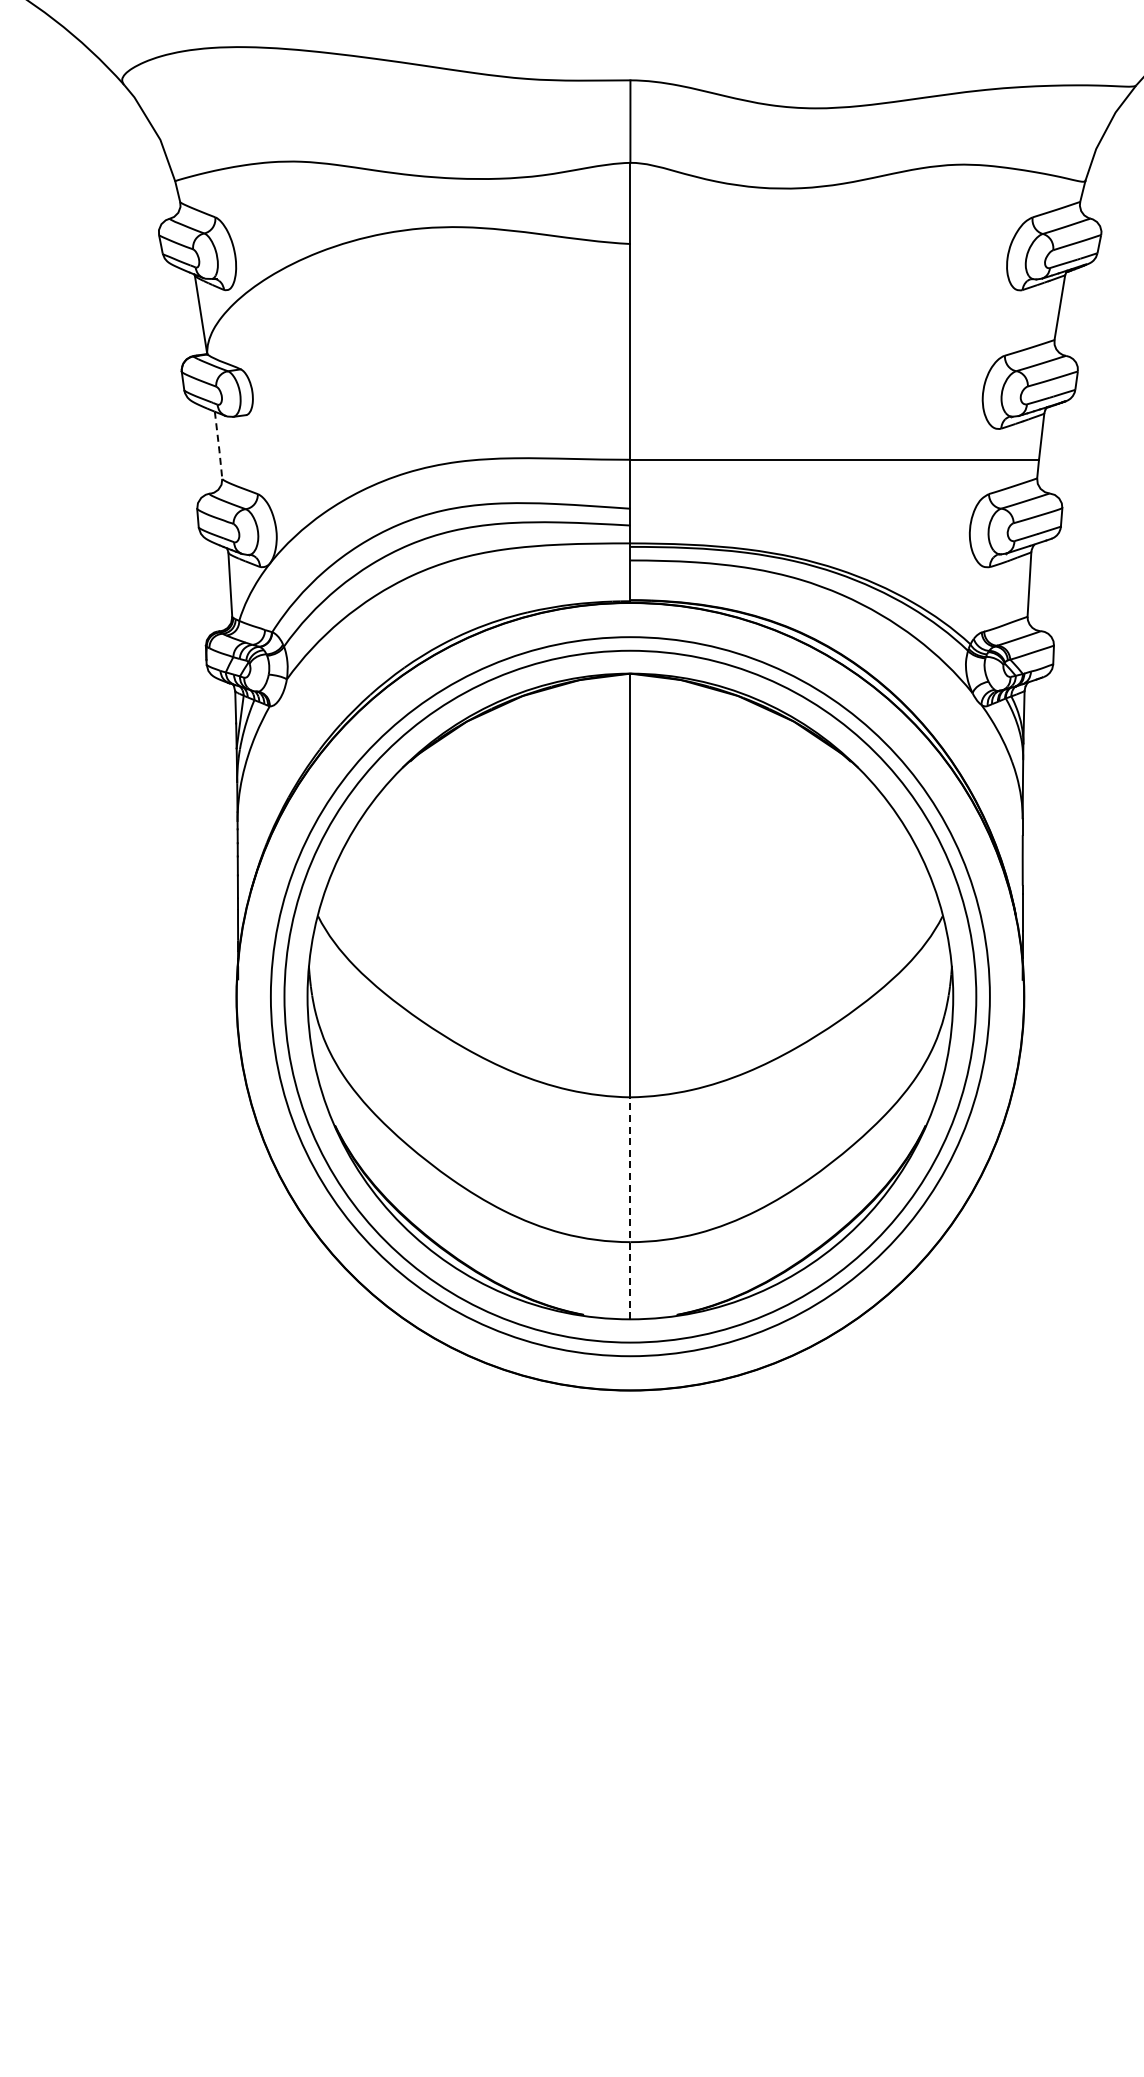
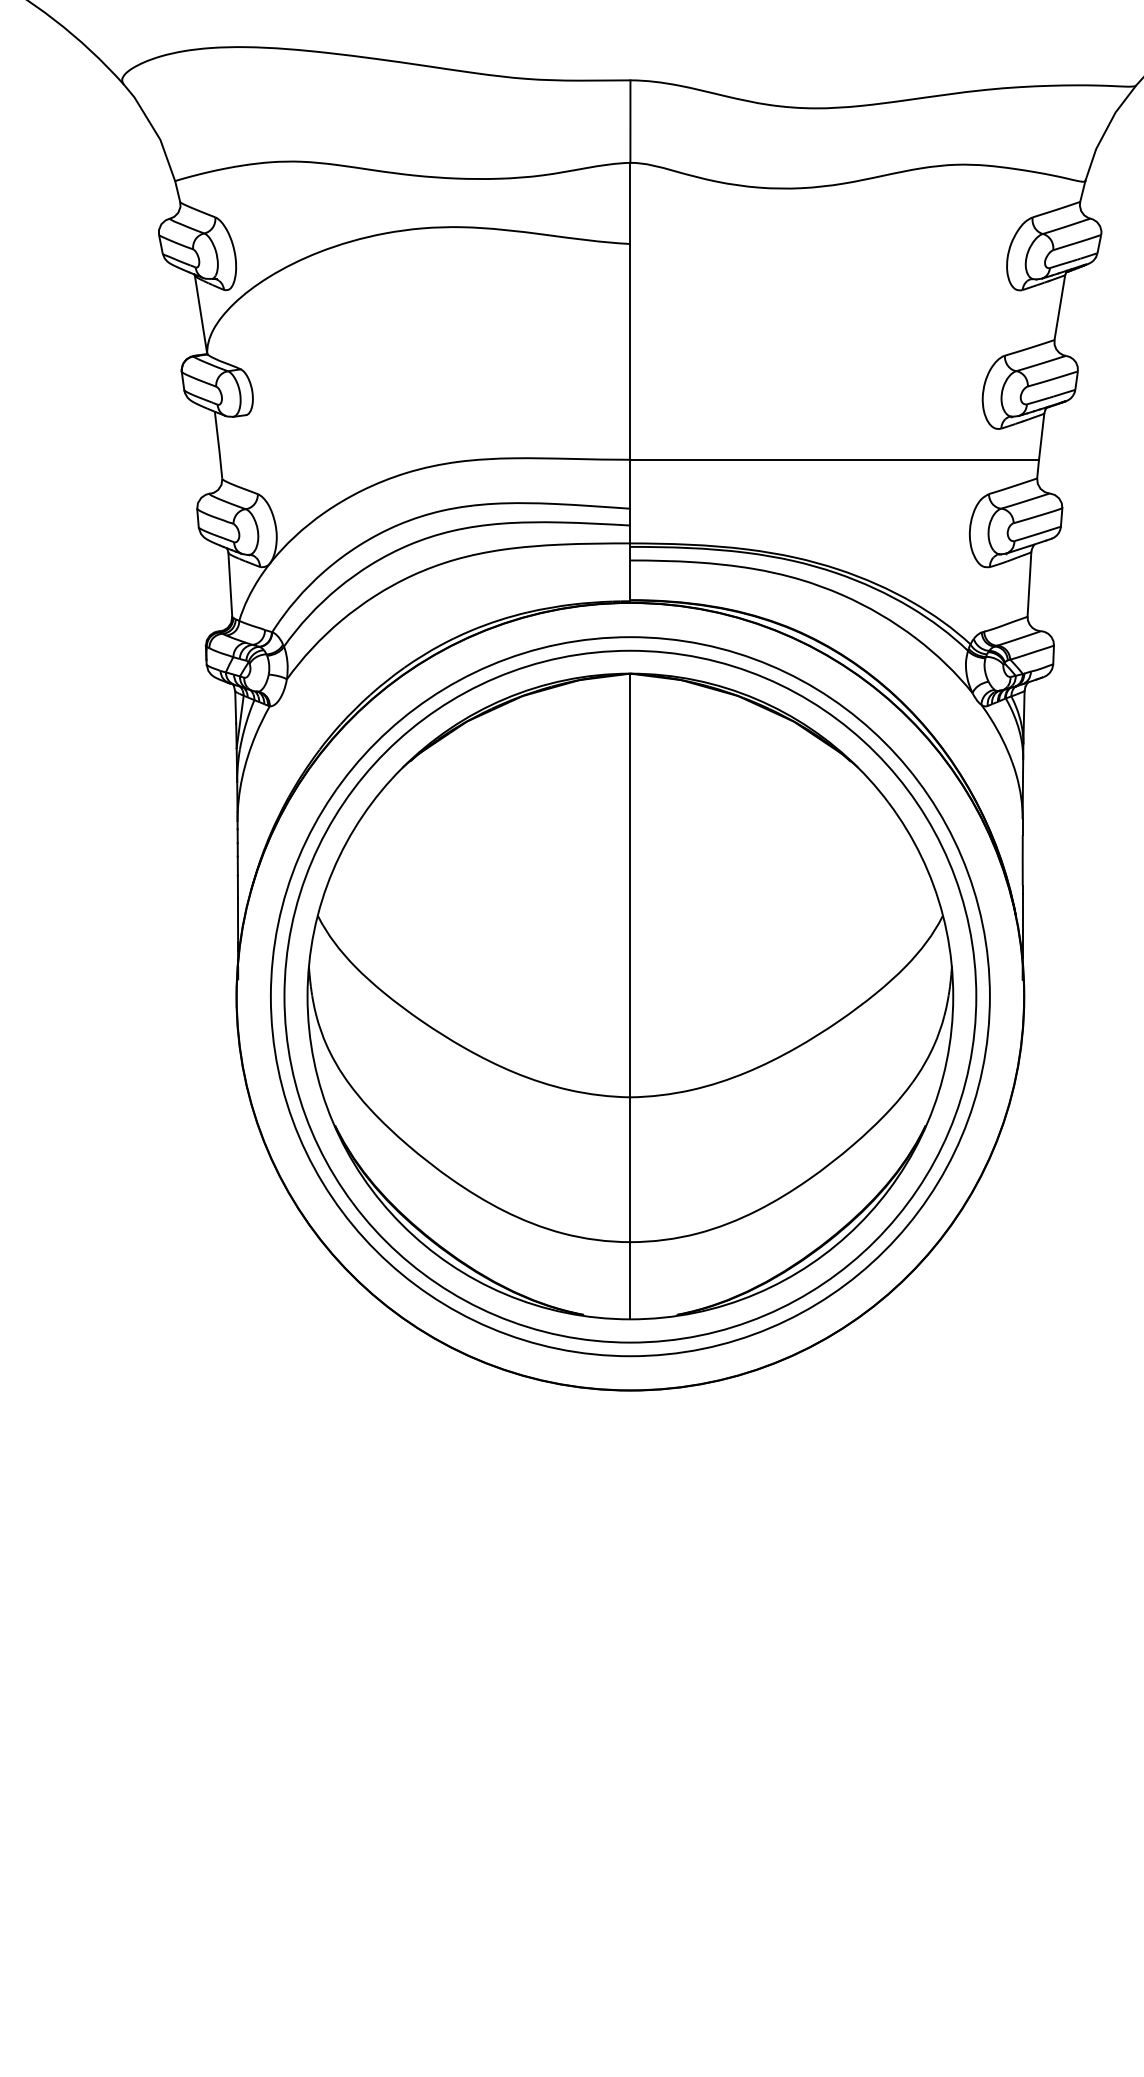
line at (218, 446): dashed -> solid
line at (630, 1207): dashed -> solid
